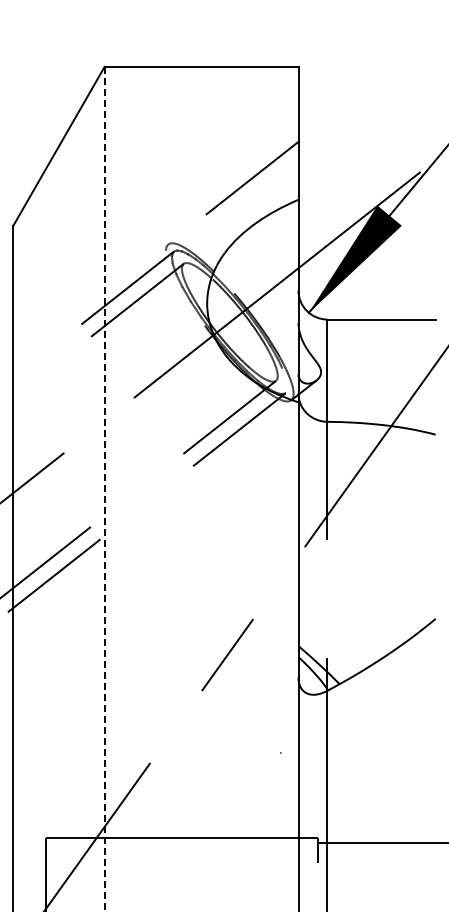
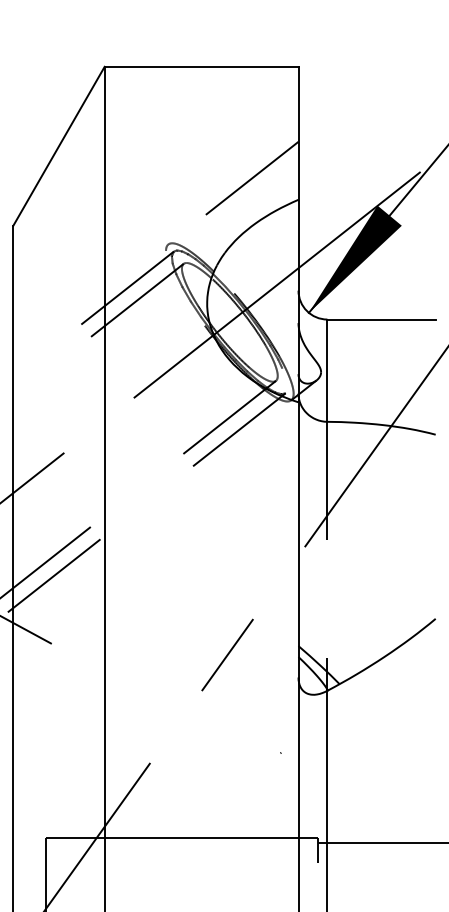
line at (104, 489): dashed -> solid
line at (26, 630): none -> present
